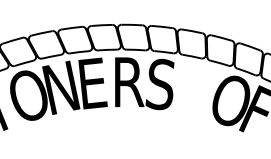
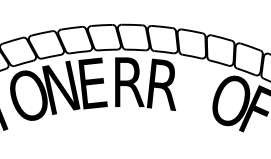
text at (160, 84): S -> R
